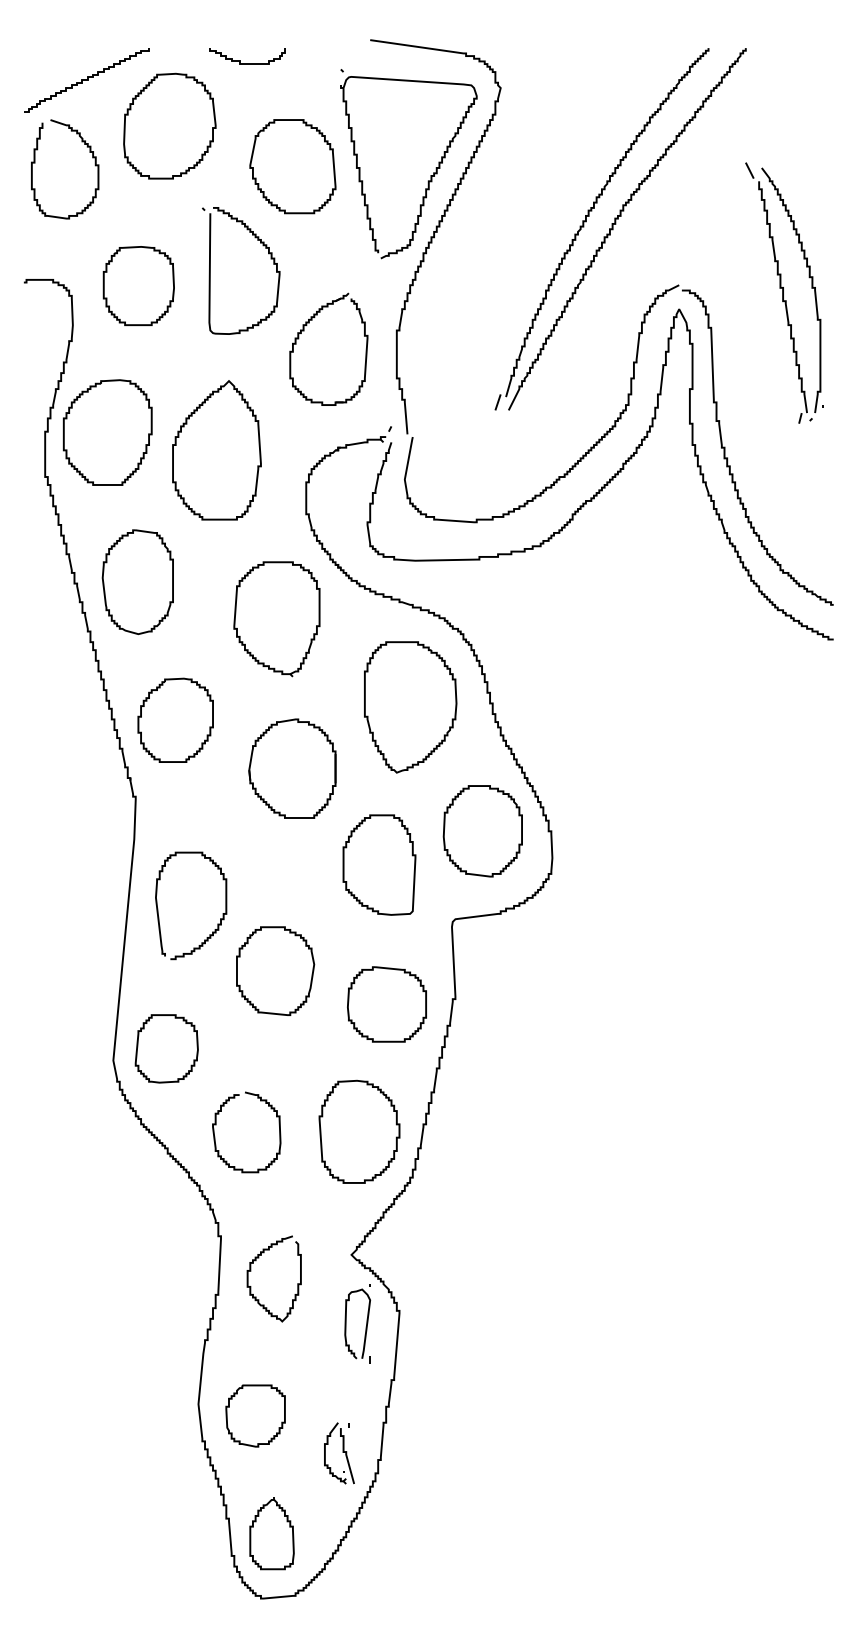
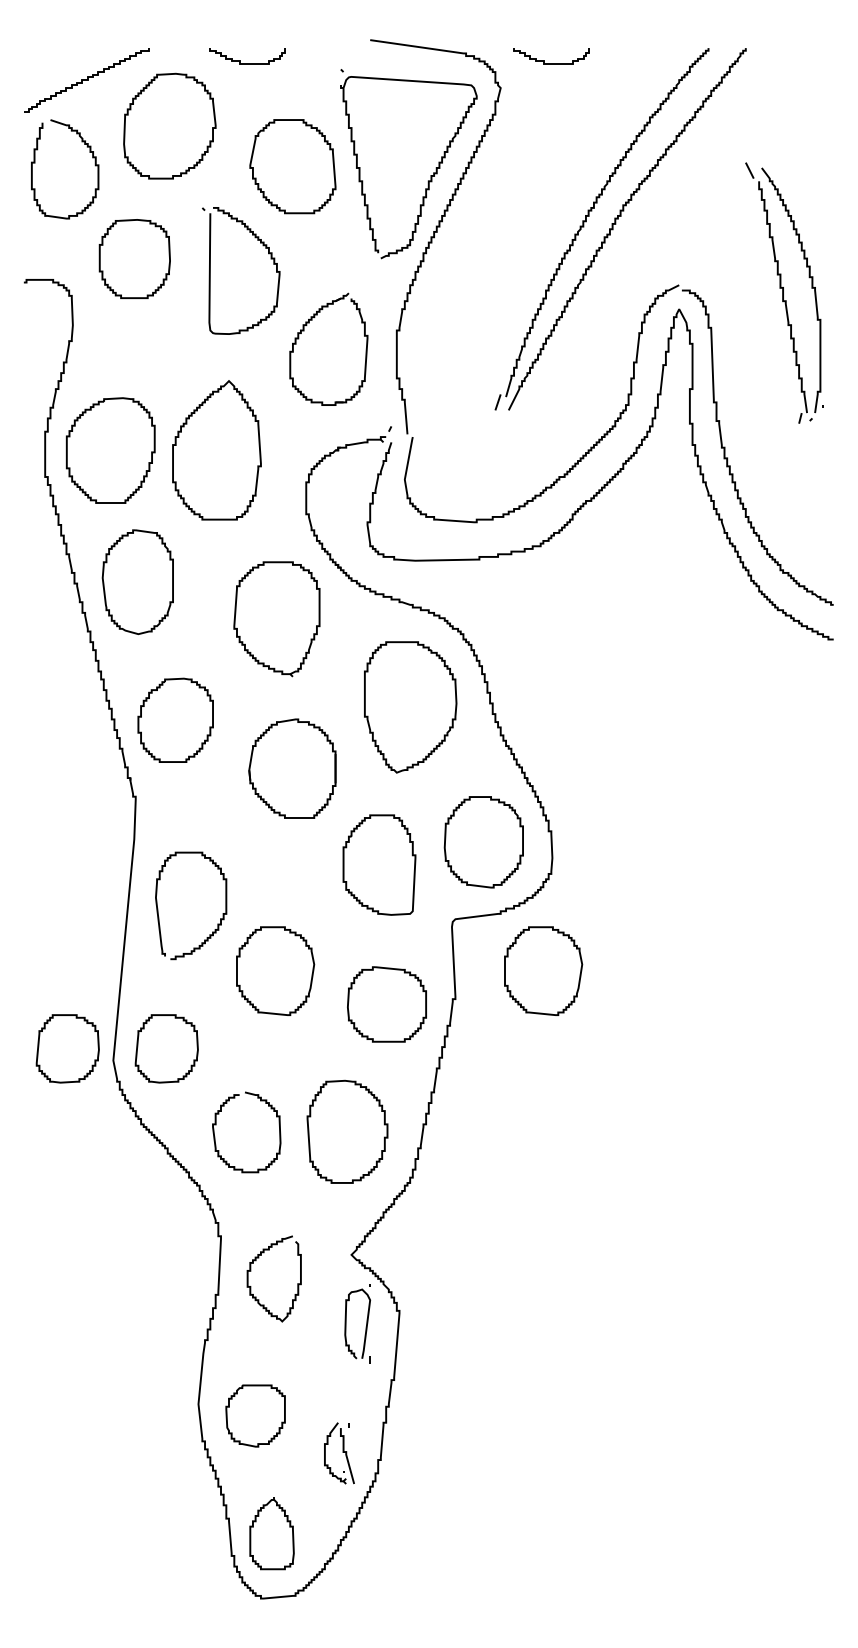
curve at (551, 63): none -> present
part at (138, 285) position: (138, 285) -> (134, 258)
part at (107, 432) position: (107, 432) -> (110, 450)
part at (482, 831) position: (482, 831) -> (483, 842)
part at (543, 970): none -> present
part at (67, 1048): none -> present
part at (359, 1131) position: (359, 1131) -> (347, 1131)
